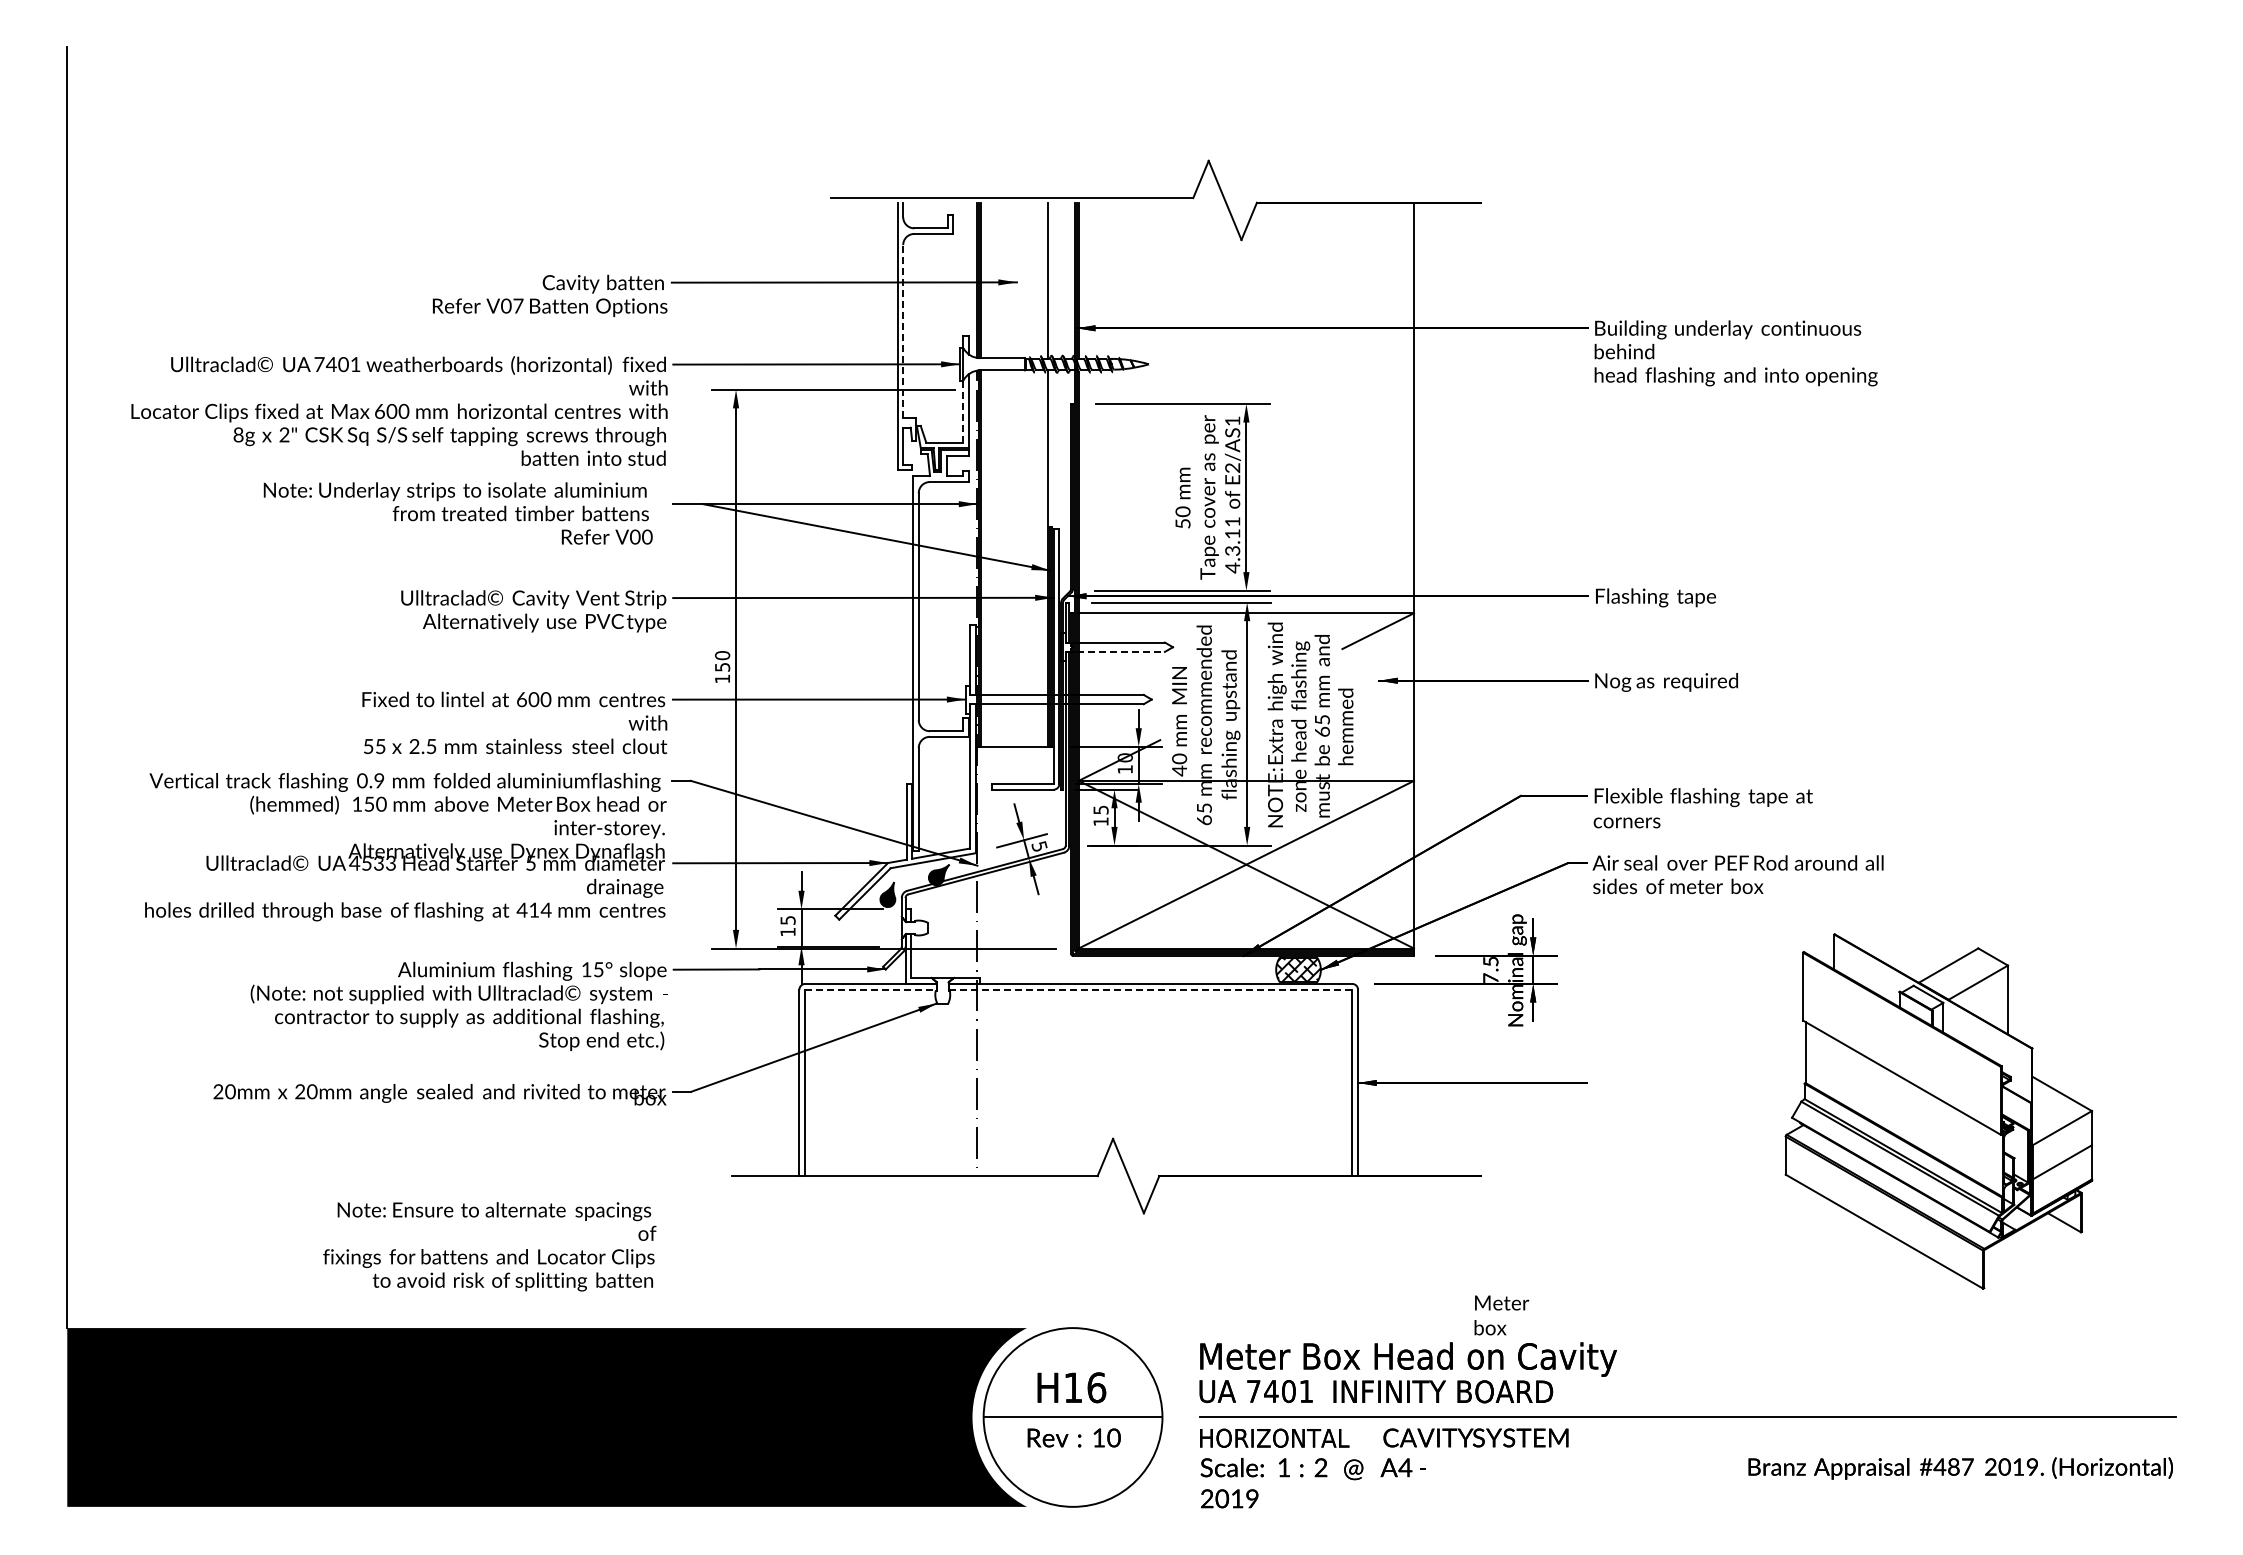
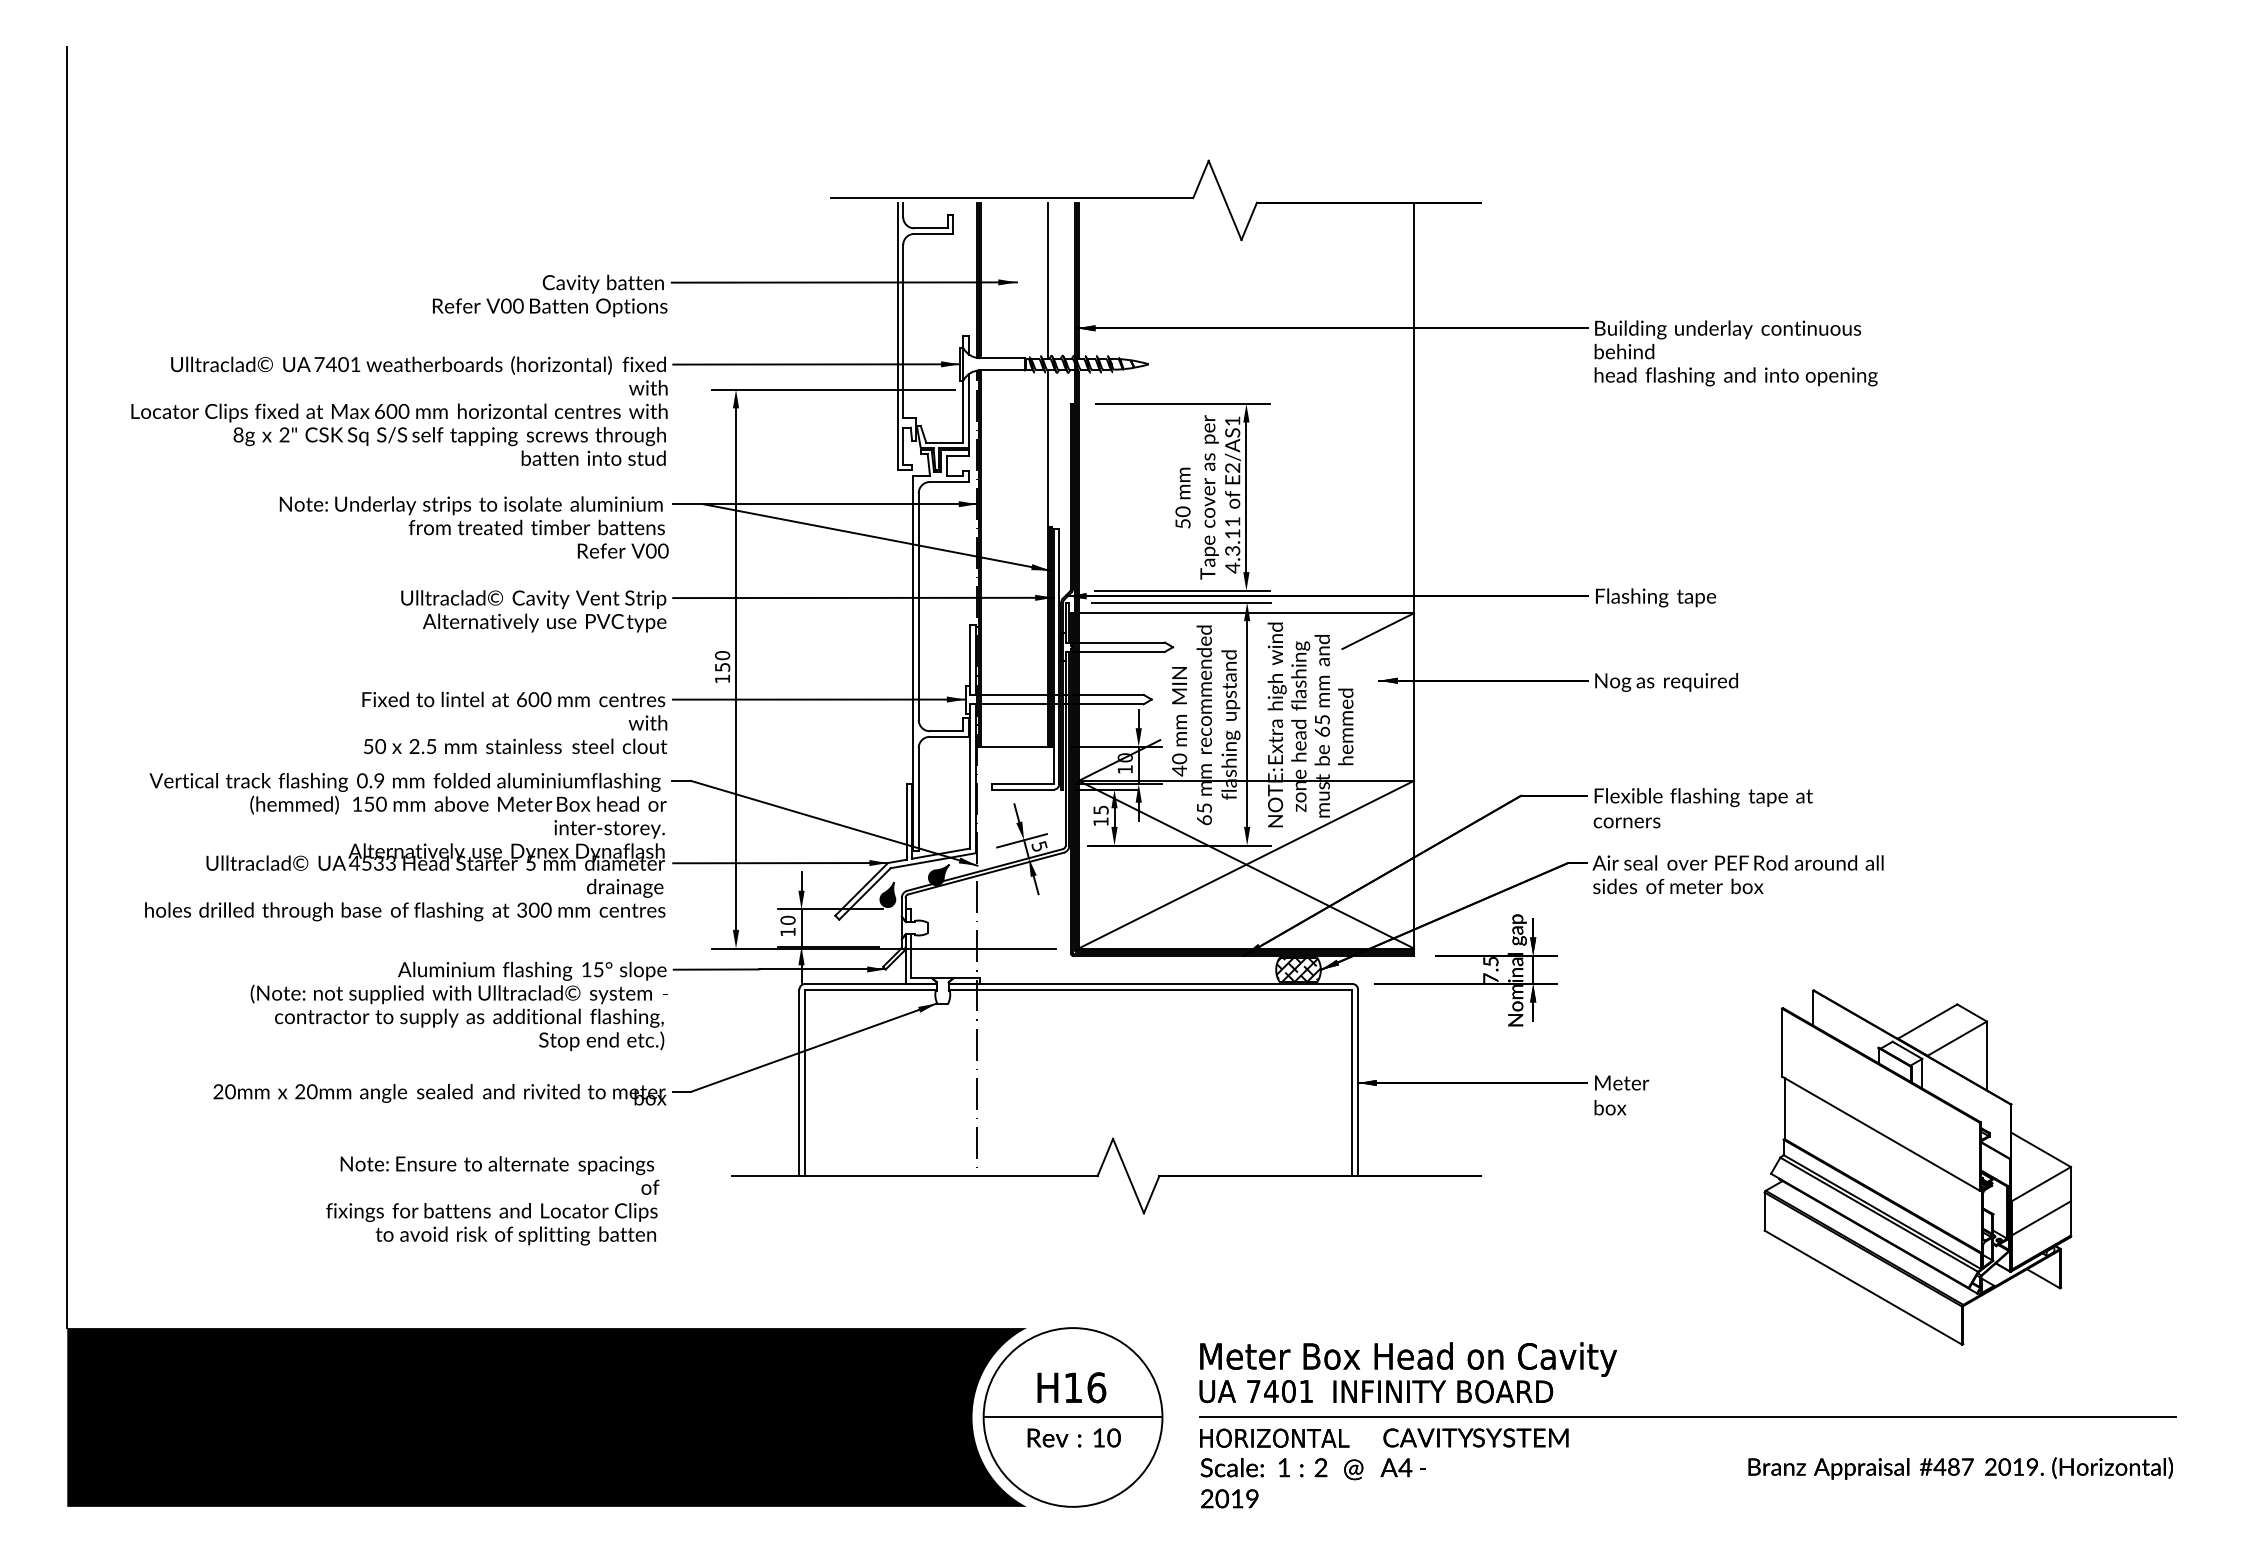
text at (518, 305): V07 -> V00
line at (903, 331): dashed -> solid
line at (963, 412): dashed -> solid
text at (457, 513) position: (457, 513) -> (473, 527)
line at (1121, 651): dashed -> solid
text at (380, 746): 55 -> 50
text at (533, 909): 414 -> 300
text at (787, 919): 15 -> 10
line at (871, 989): dashed -> solid
line at (1150, 989): dashed -> solid
part at (1938, 1111) position: (1938, 1111) -> (1917, 1167)
text at (489, 1246) position: (489, 1246) -> (492, 1200)
text at (1501, 1315) position: (1501, 1315) -> (1621, 1095)
